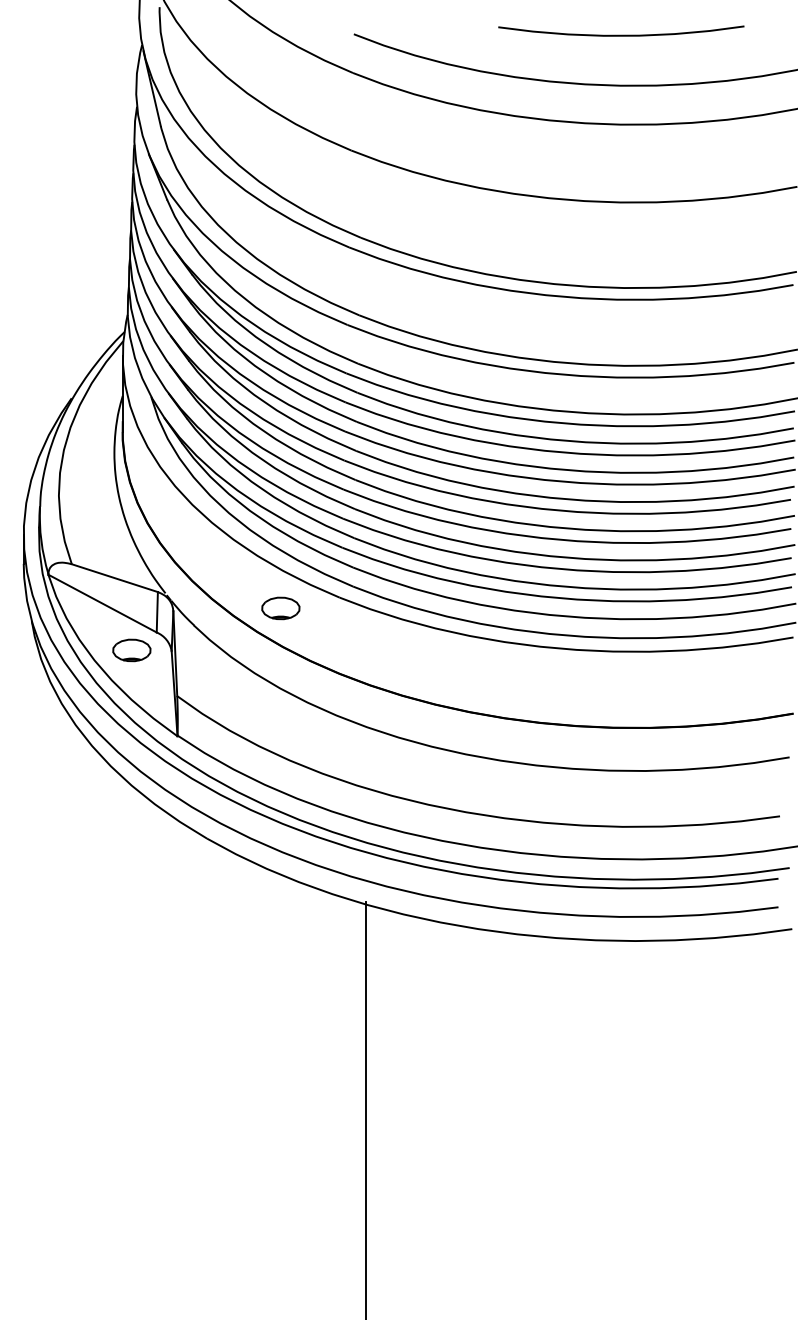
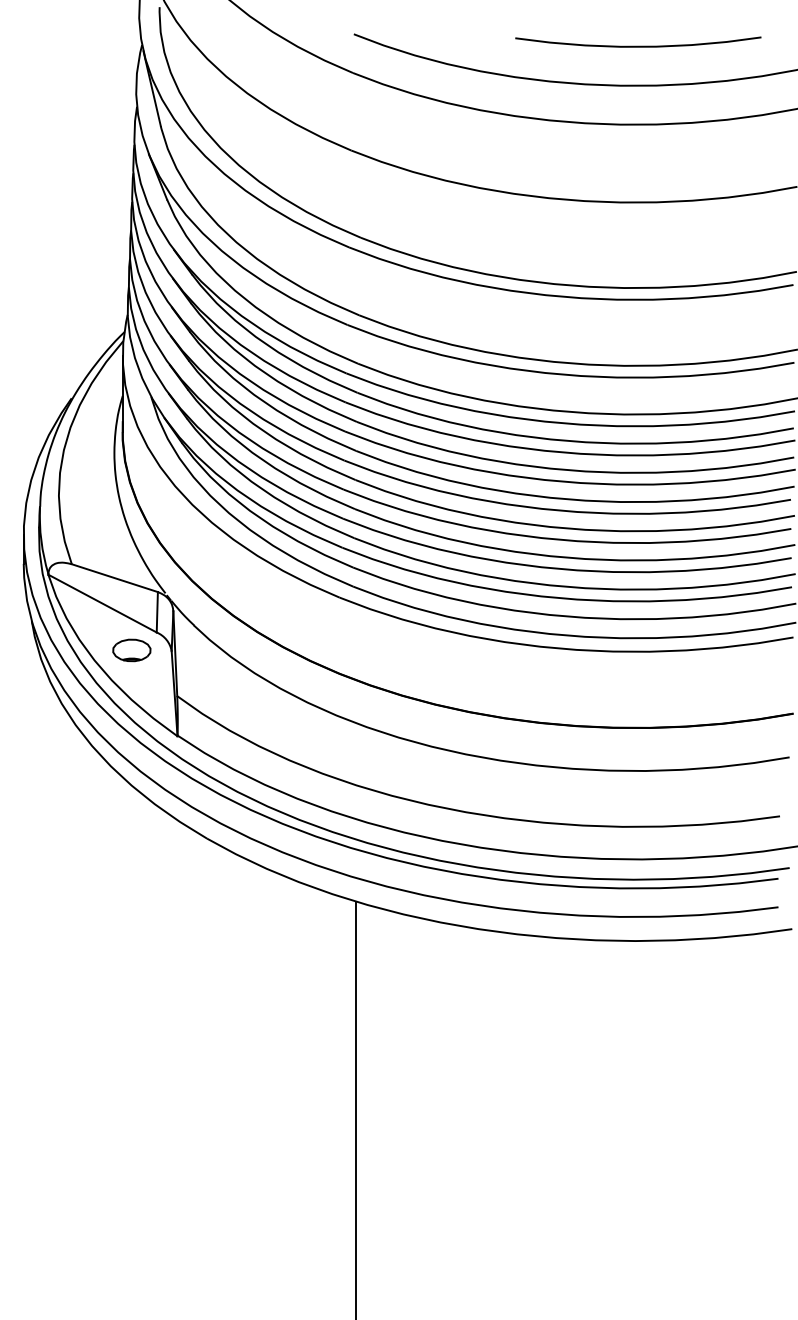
curve at (621, 34) position: (621, 34) -> (638, 45)
part at (280, 608): present -> none
line at (365, 1108) position: (365, 1108) -> (355, 1108)
